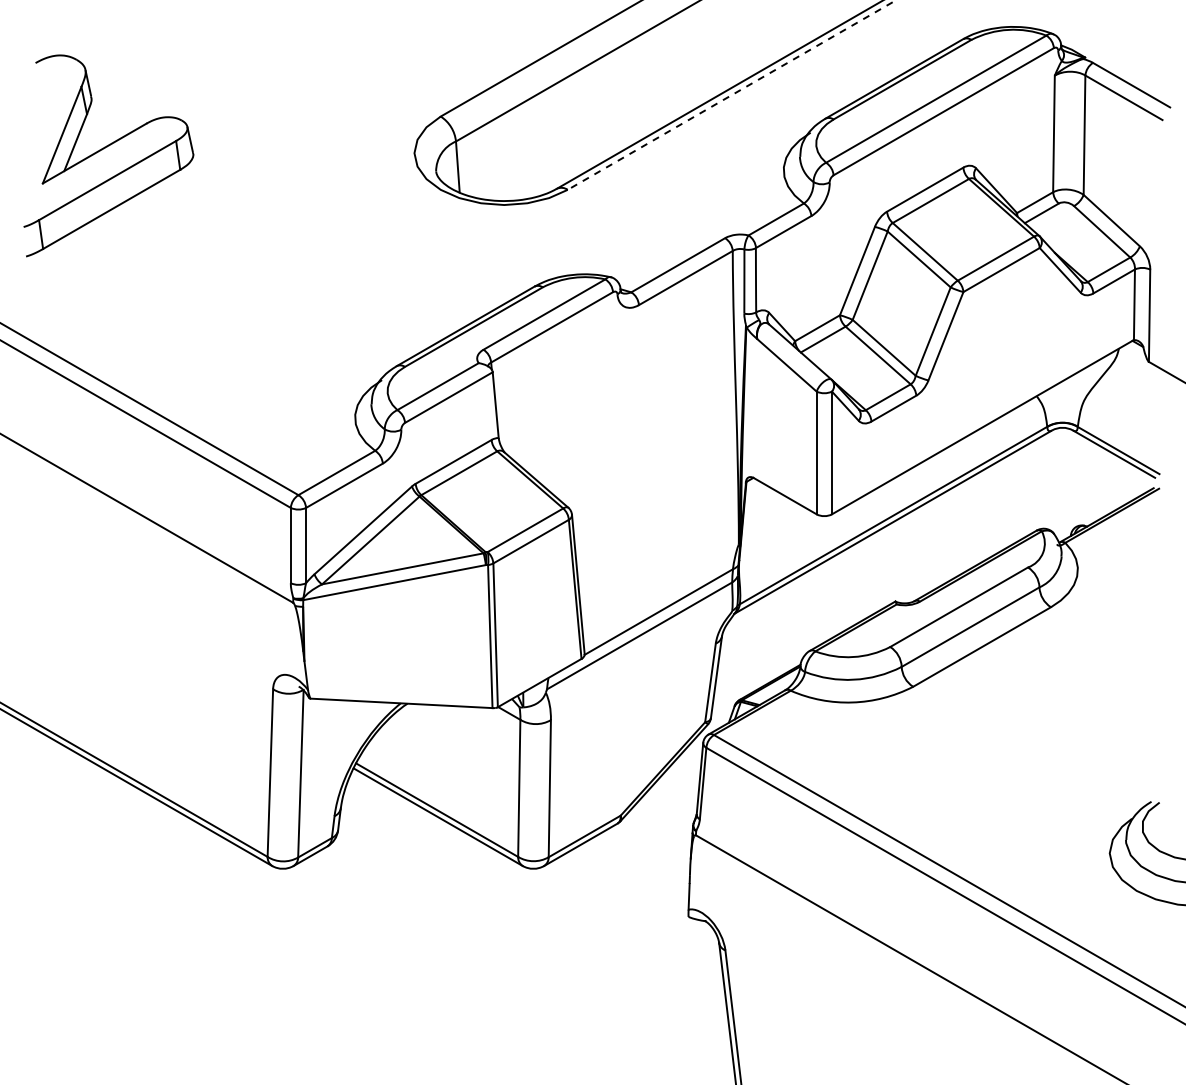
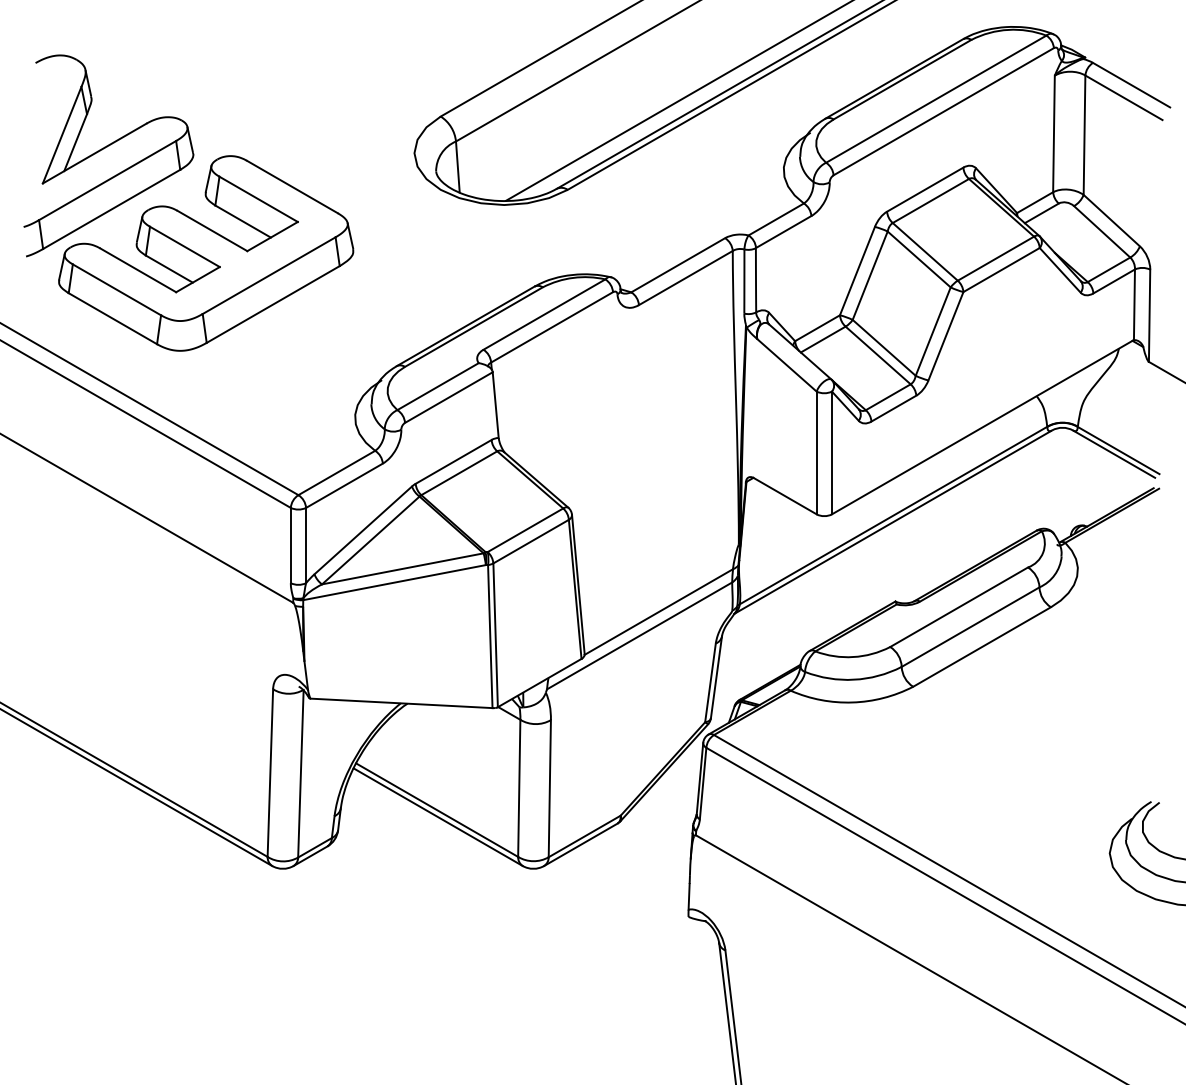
line at (732, 95): dashed -> solid
line at (678, 101): none -> present
part at (206, 253): none -> present
